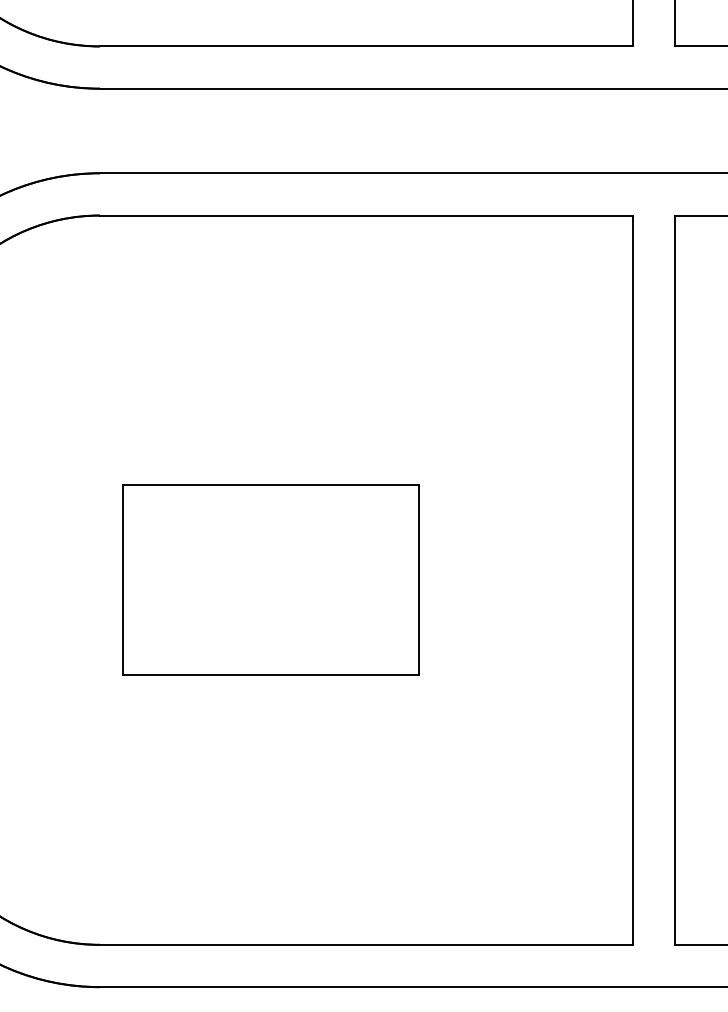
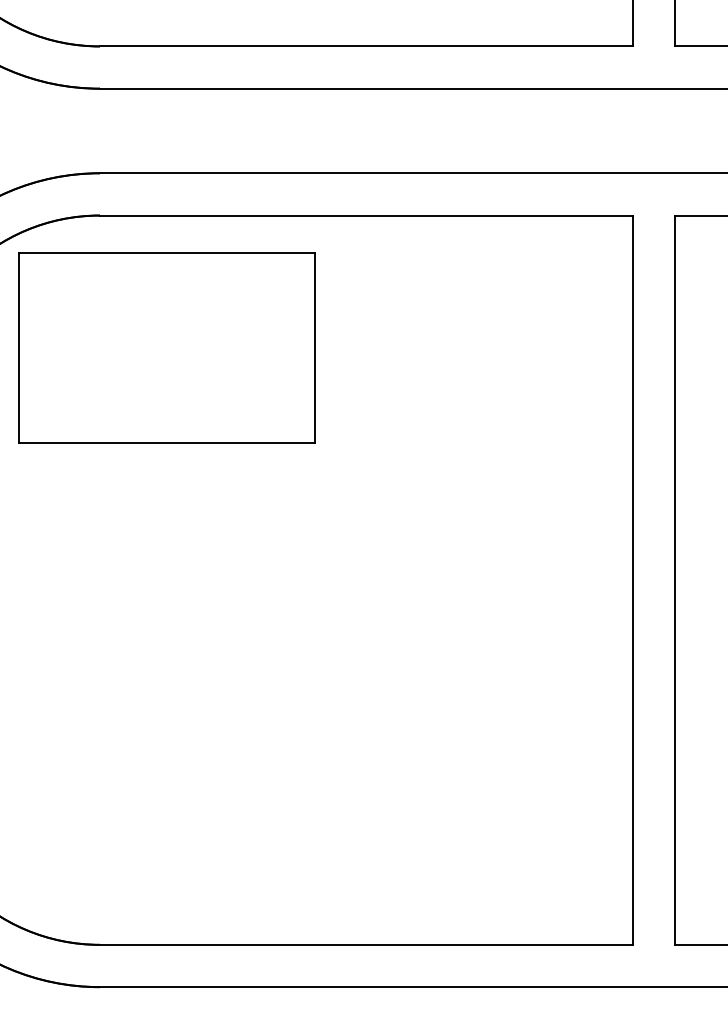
part at (270, 579) position: (270, 579) -> (166, 347)
